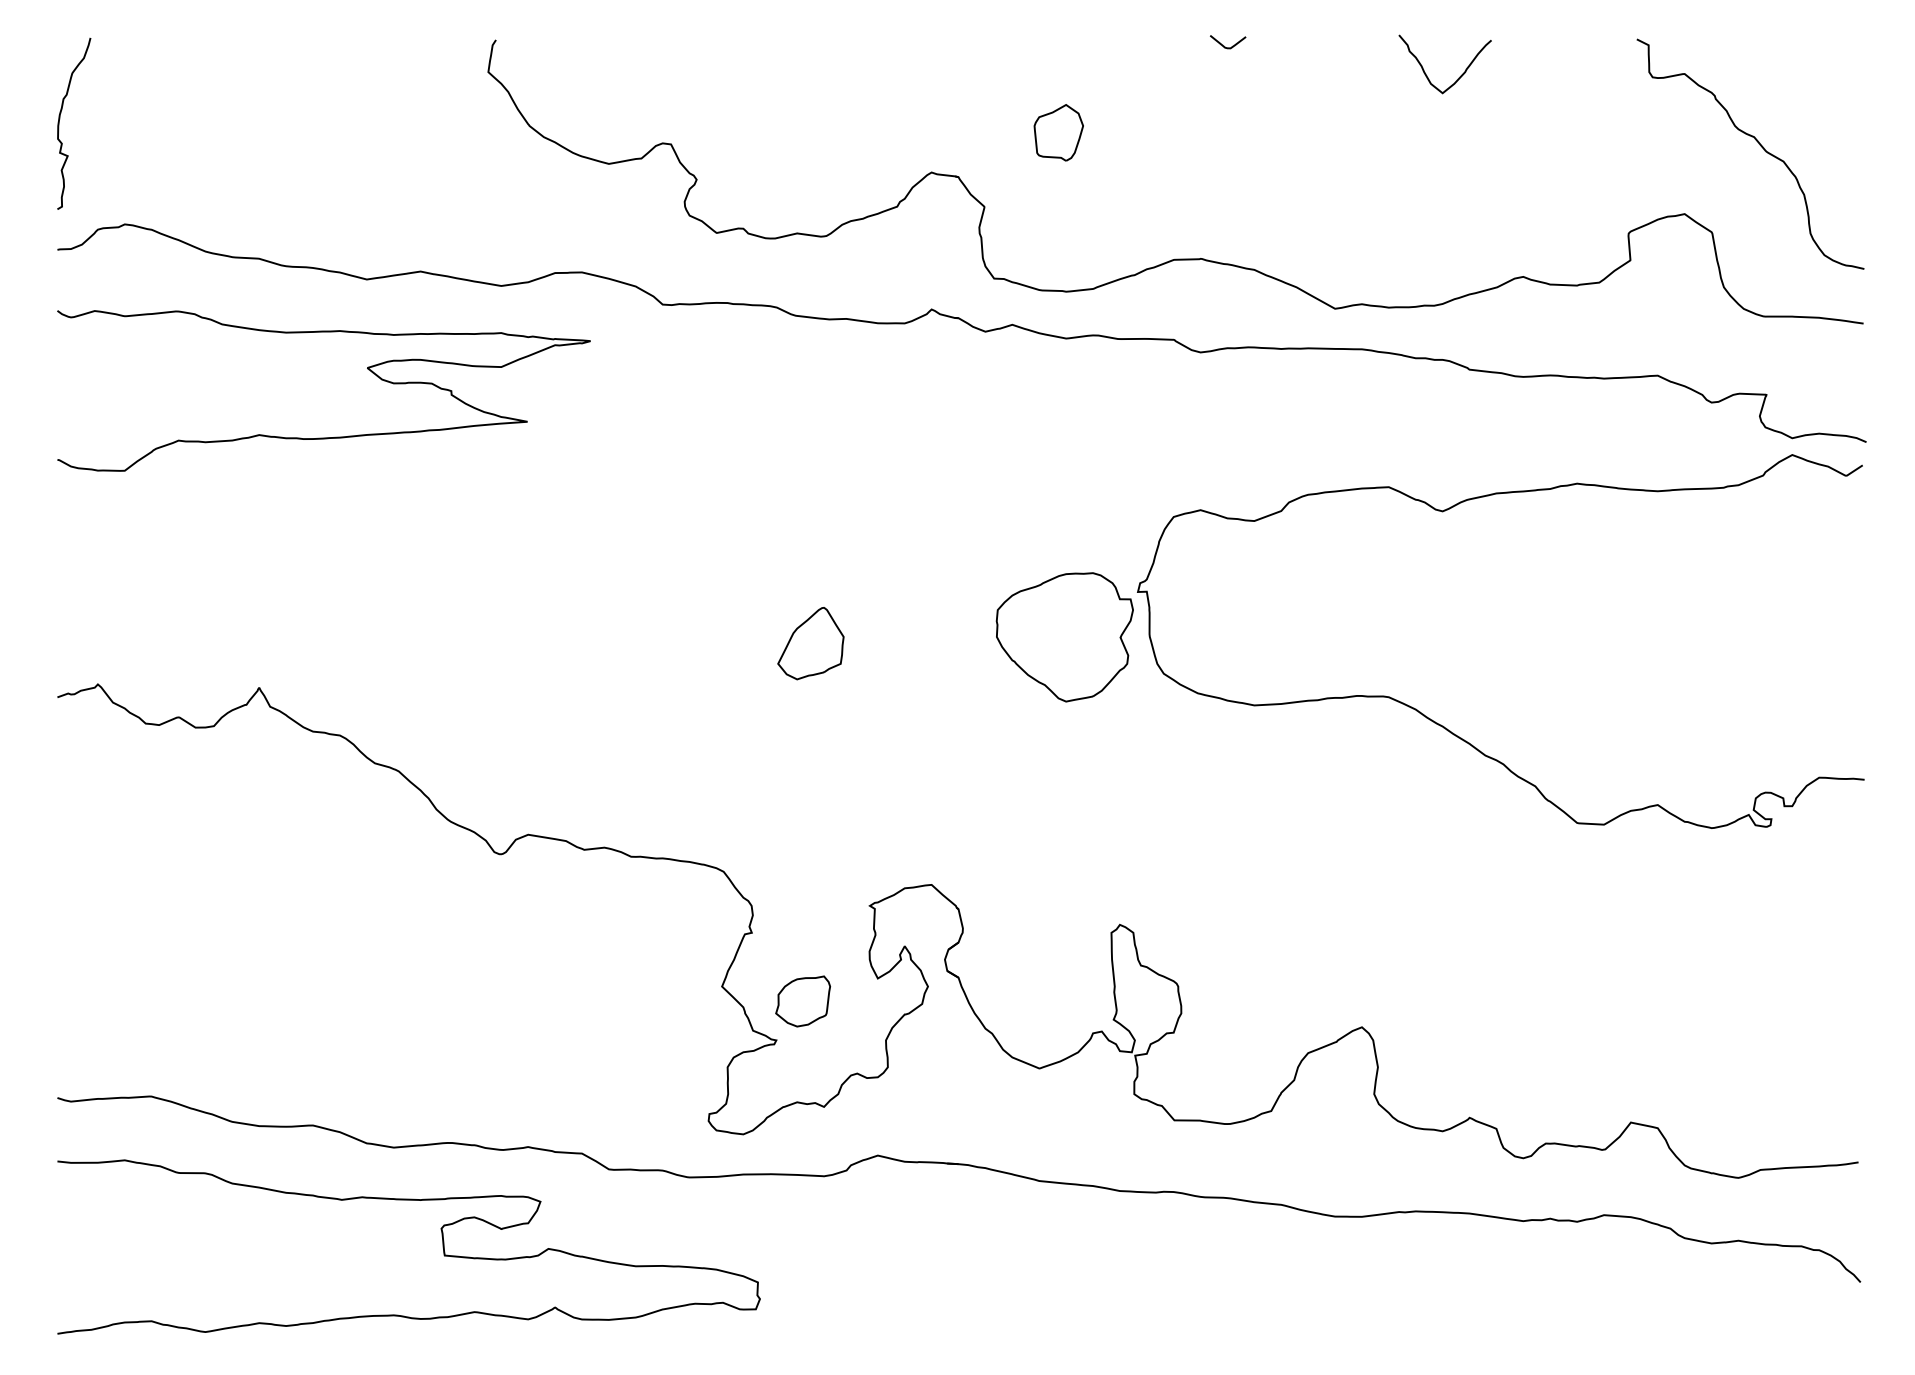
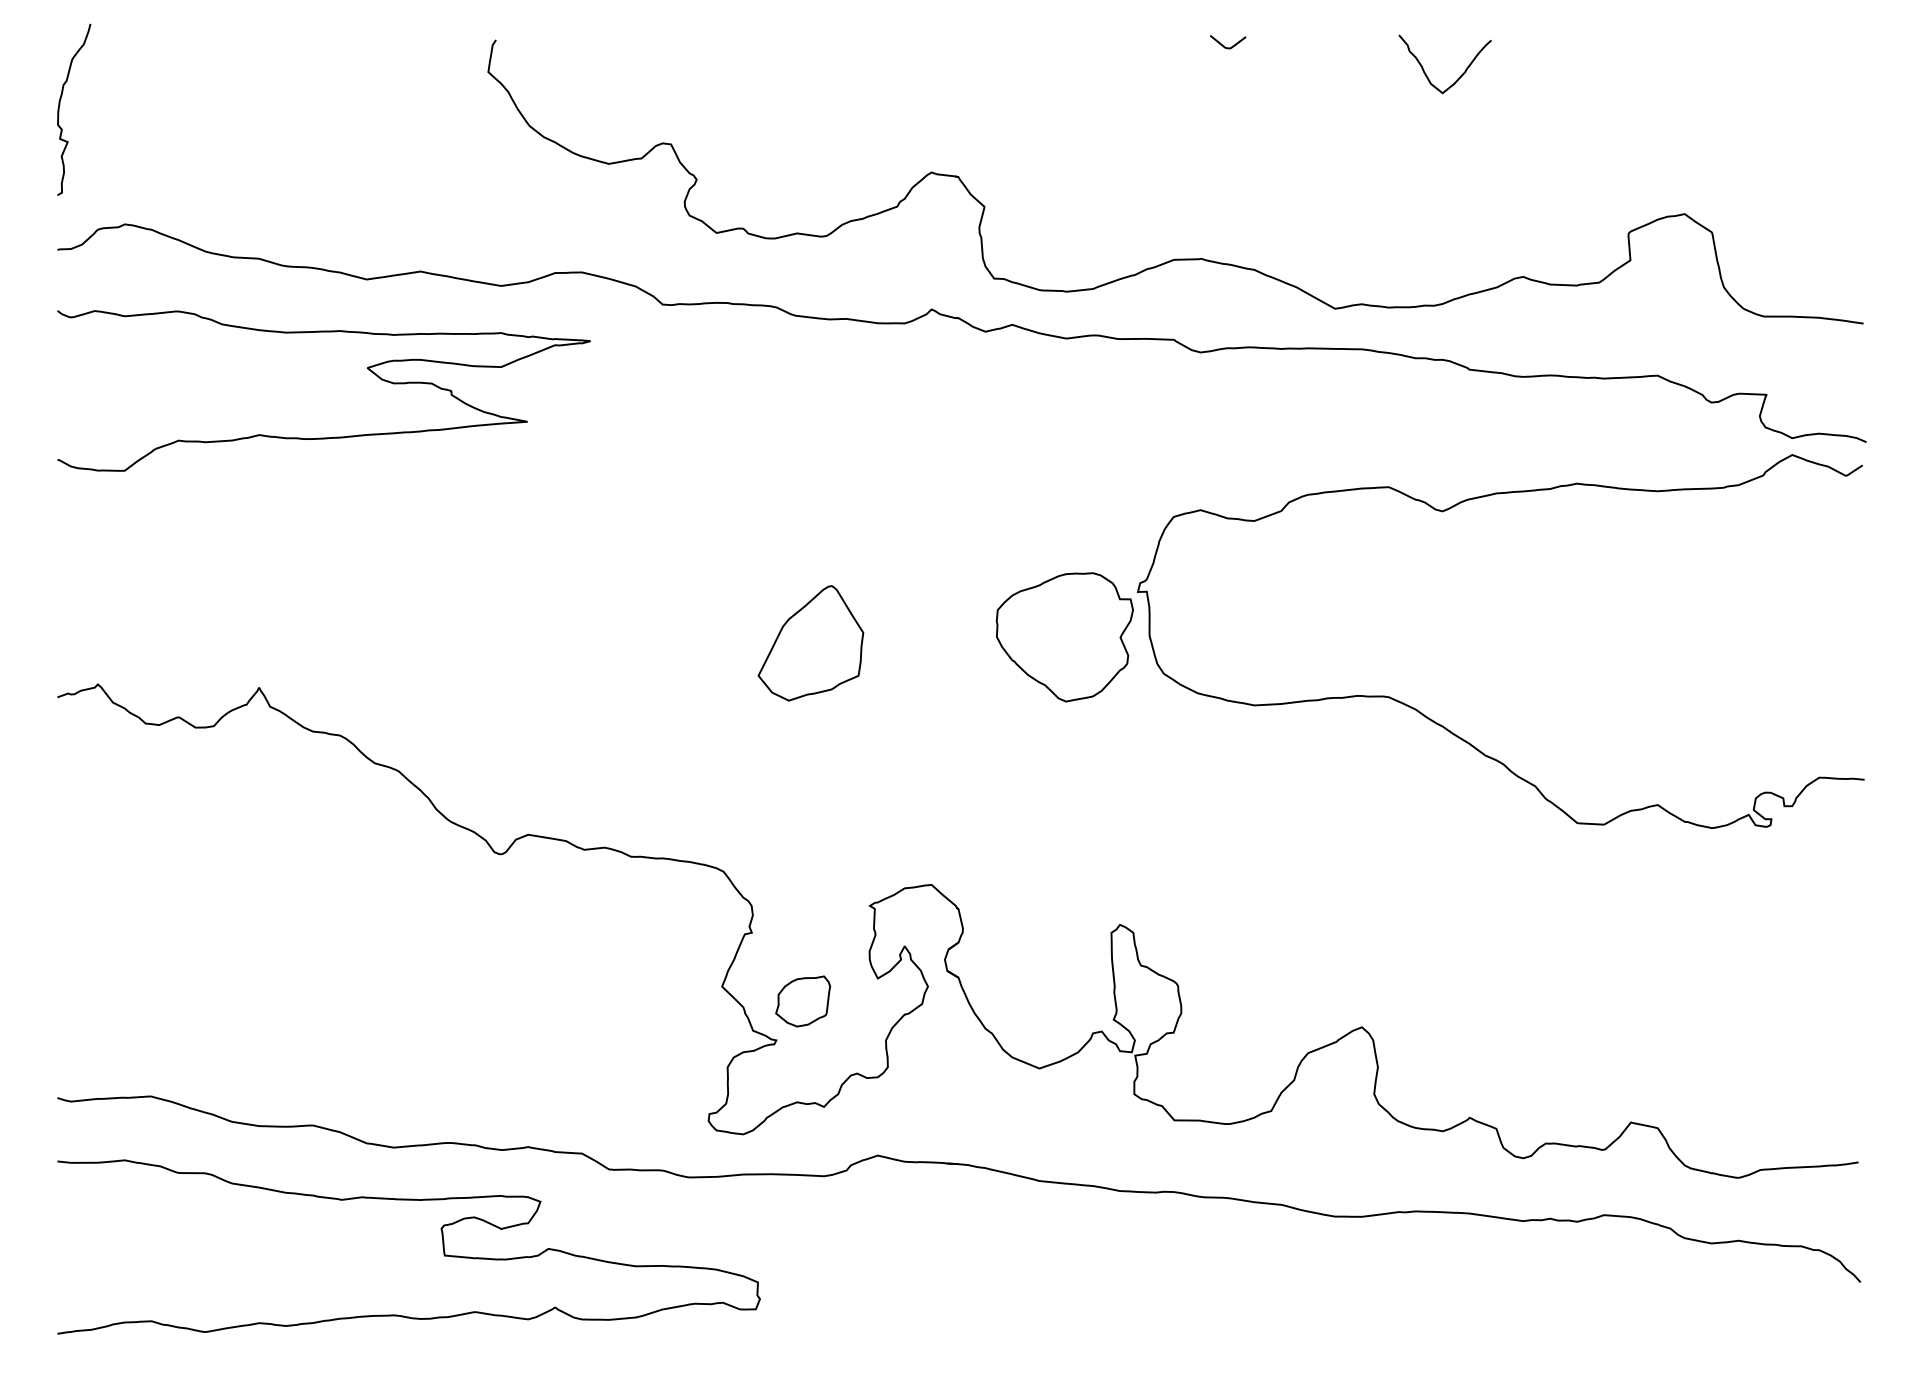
curve at (60, 119) position: (60, 119) -> (60, 105)
part at (1058, 132): present -> none
curve at (1759, 145): present -> none
part at (810, 643) size: 68x74 px -> 108x117 px
